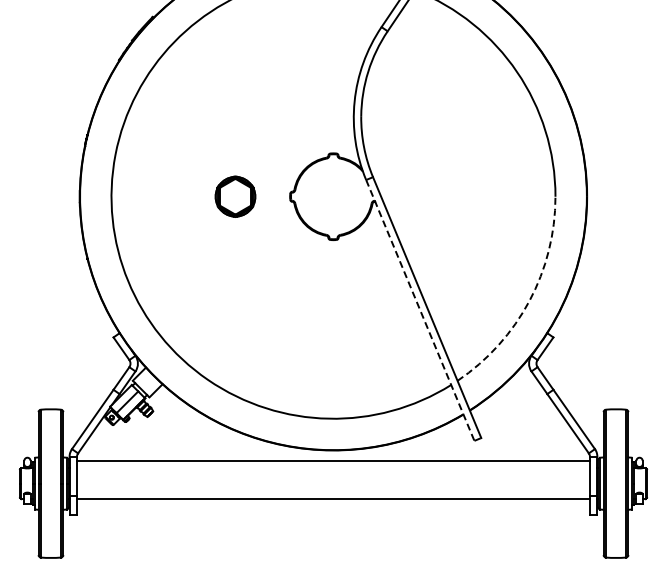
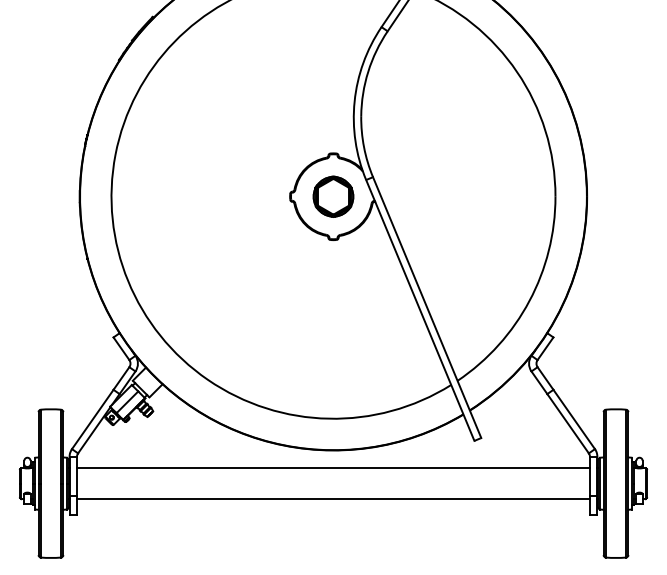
part at (235, 196) position: (235, 196) -> (333, 196)
arc at (529, 301): dashed -> solid
line at (420, 310): dashed -> solid
line at (333, 461) position: (333, 461) -> (333, 468)
